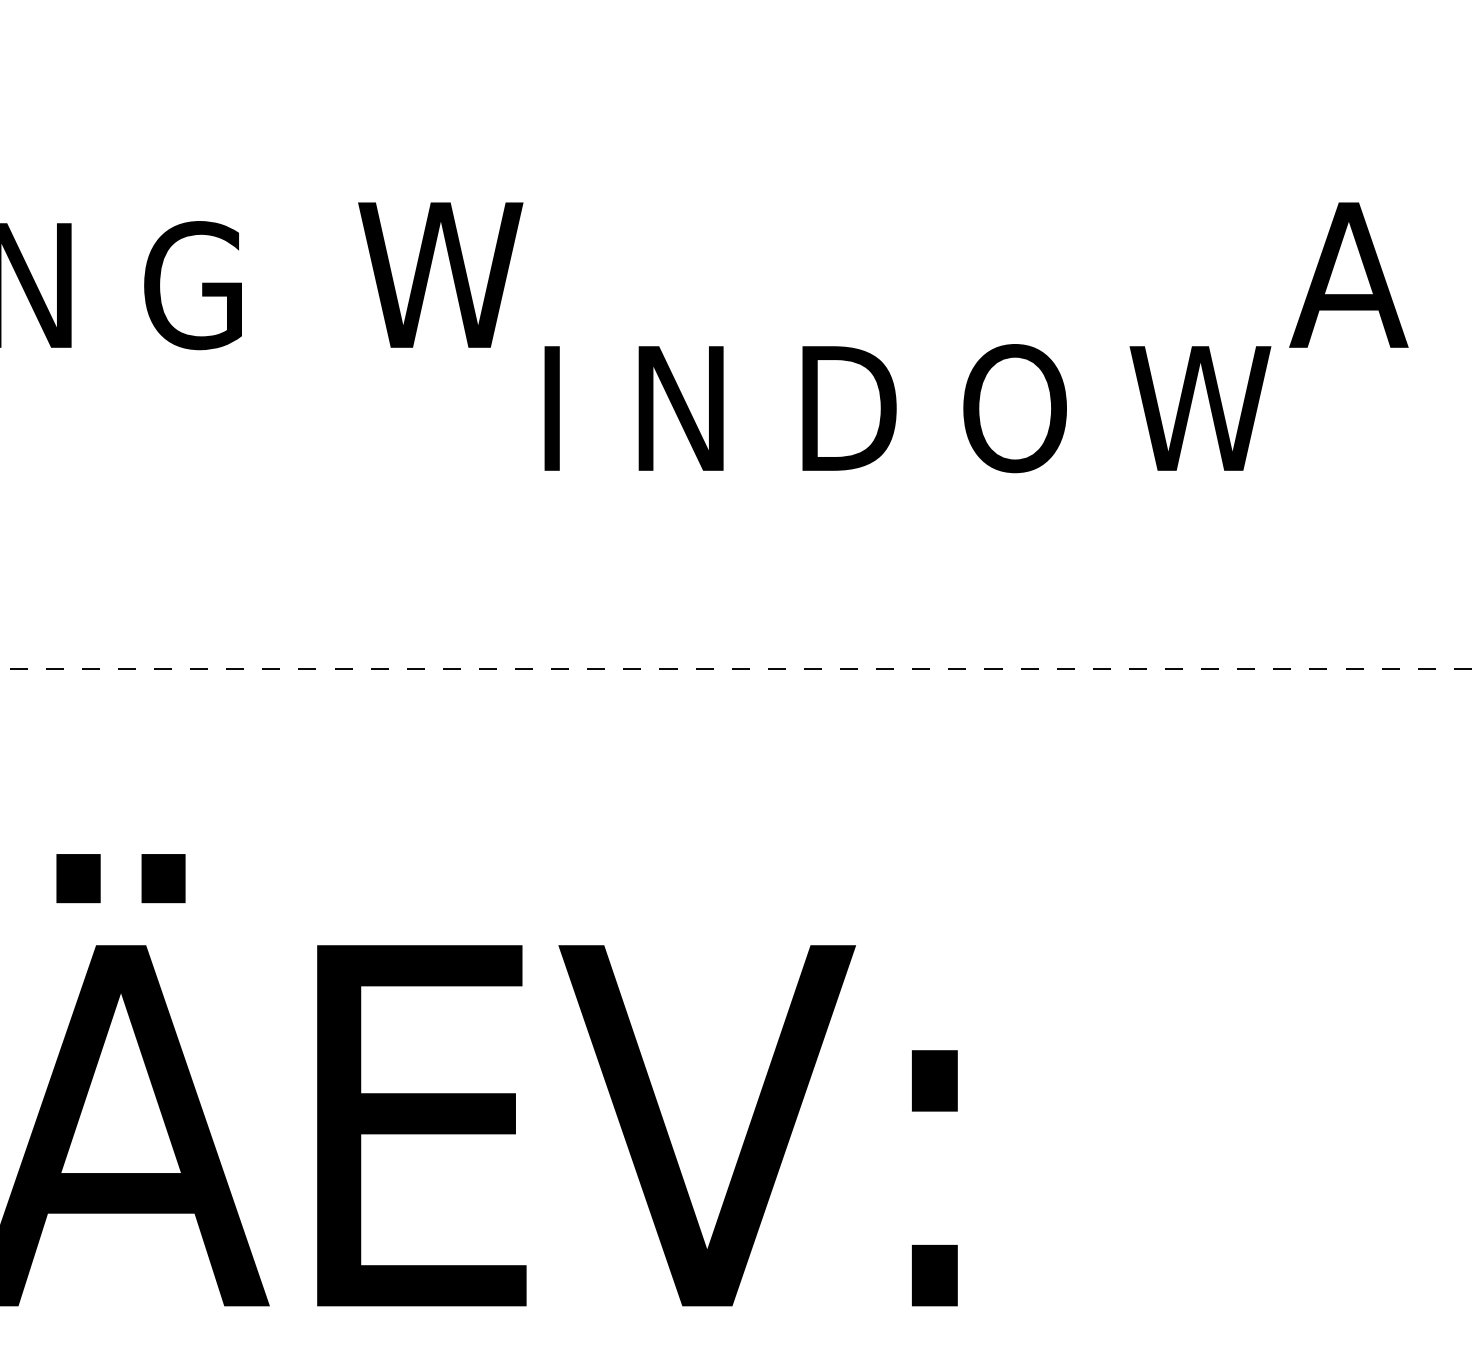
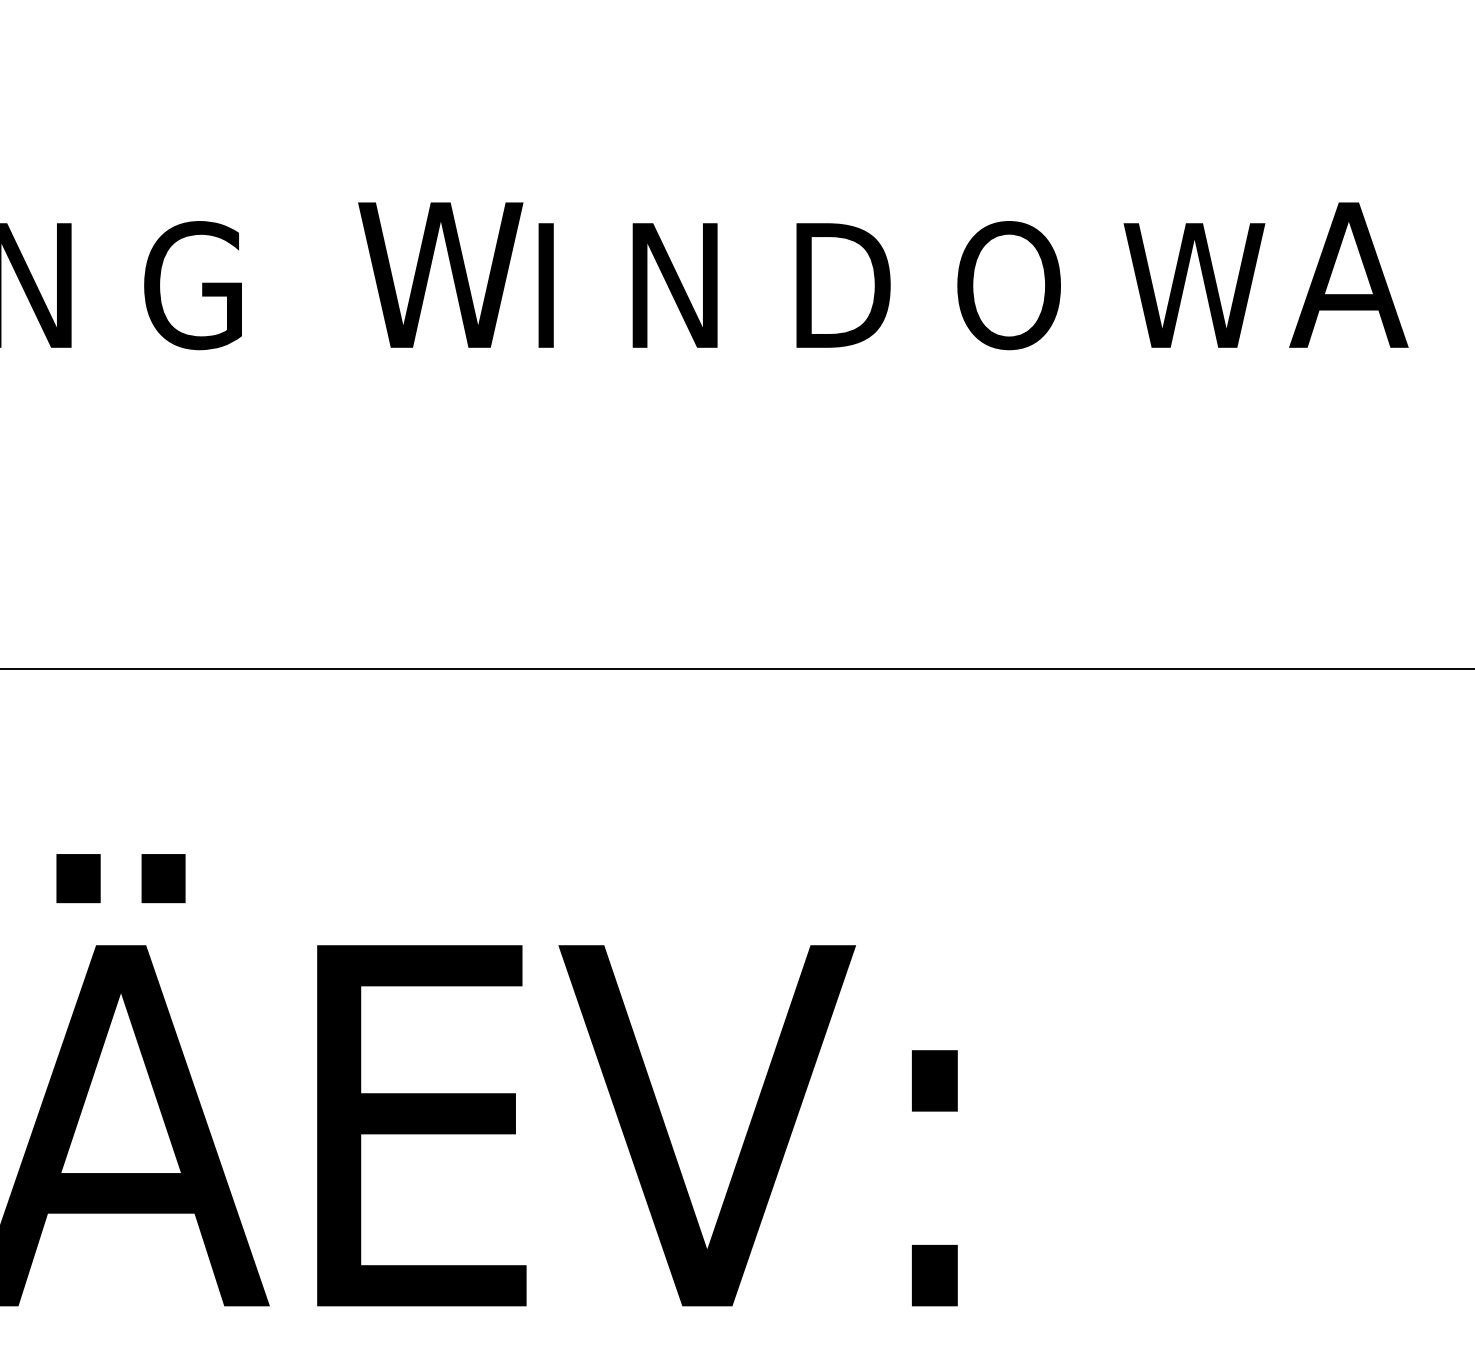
text at (907, 408) position: (907, 408) -> (901, 285)
line at (738, 669): dashed -> solid
